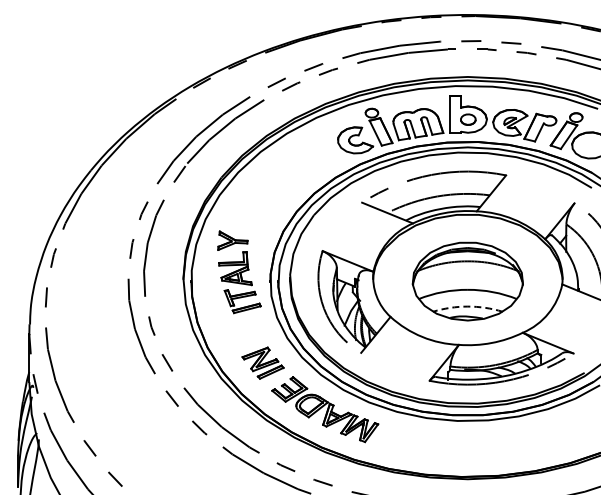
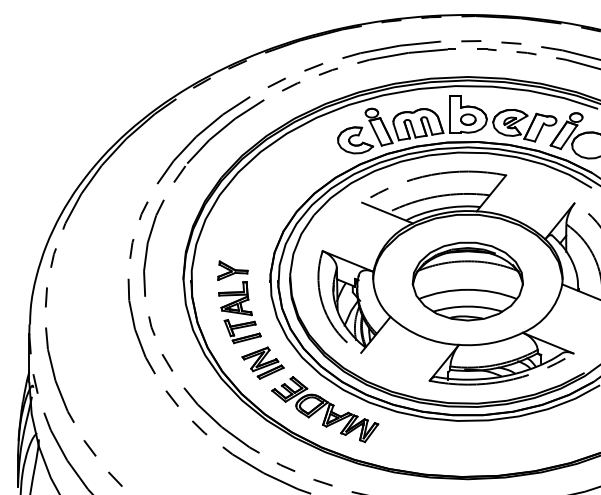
part at (239, 272) position: (239, 272) -> (239, 302)
arc at (467, 306): dashed -> solid
